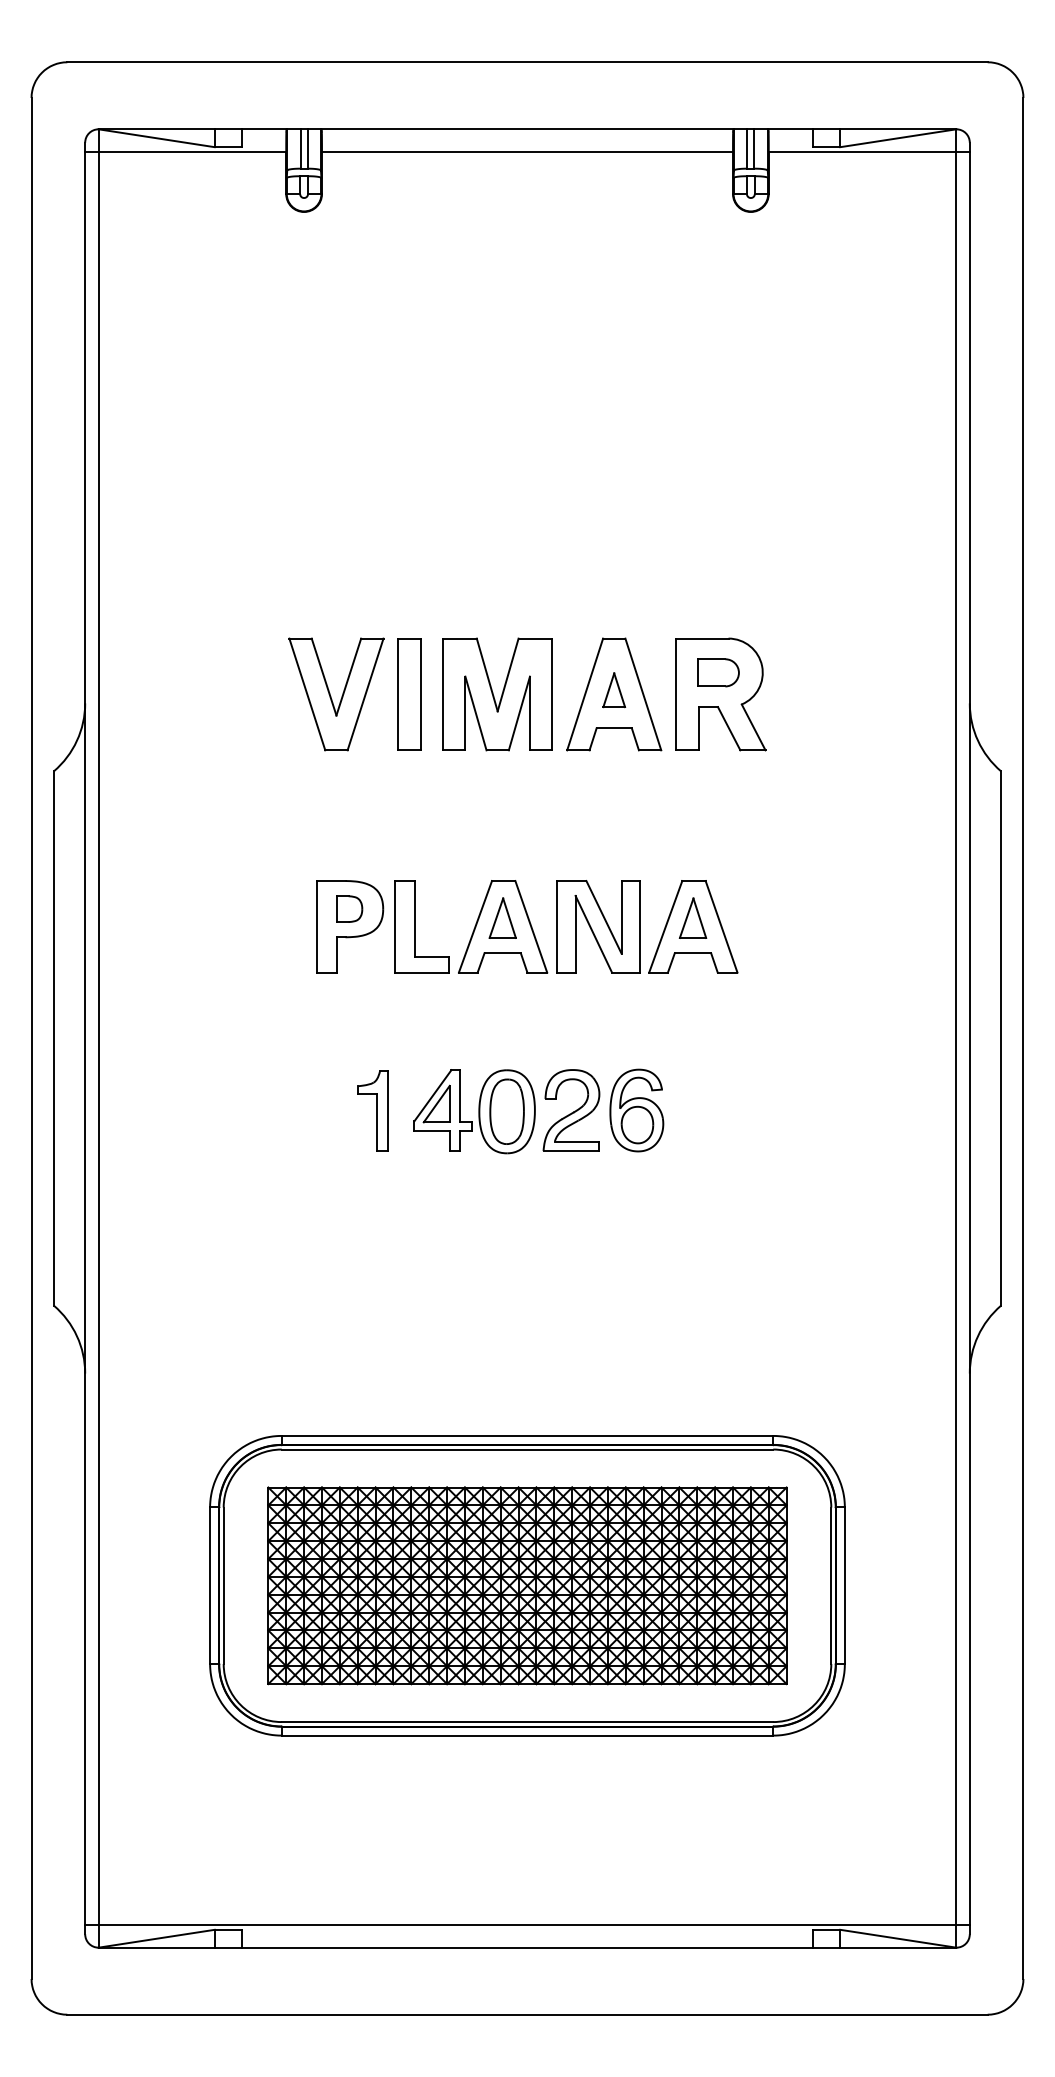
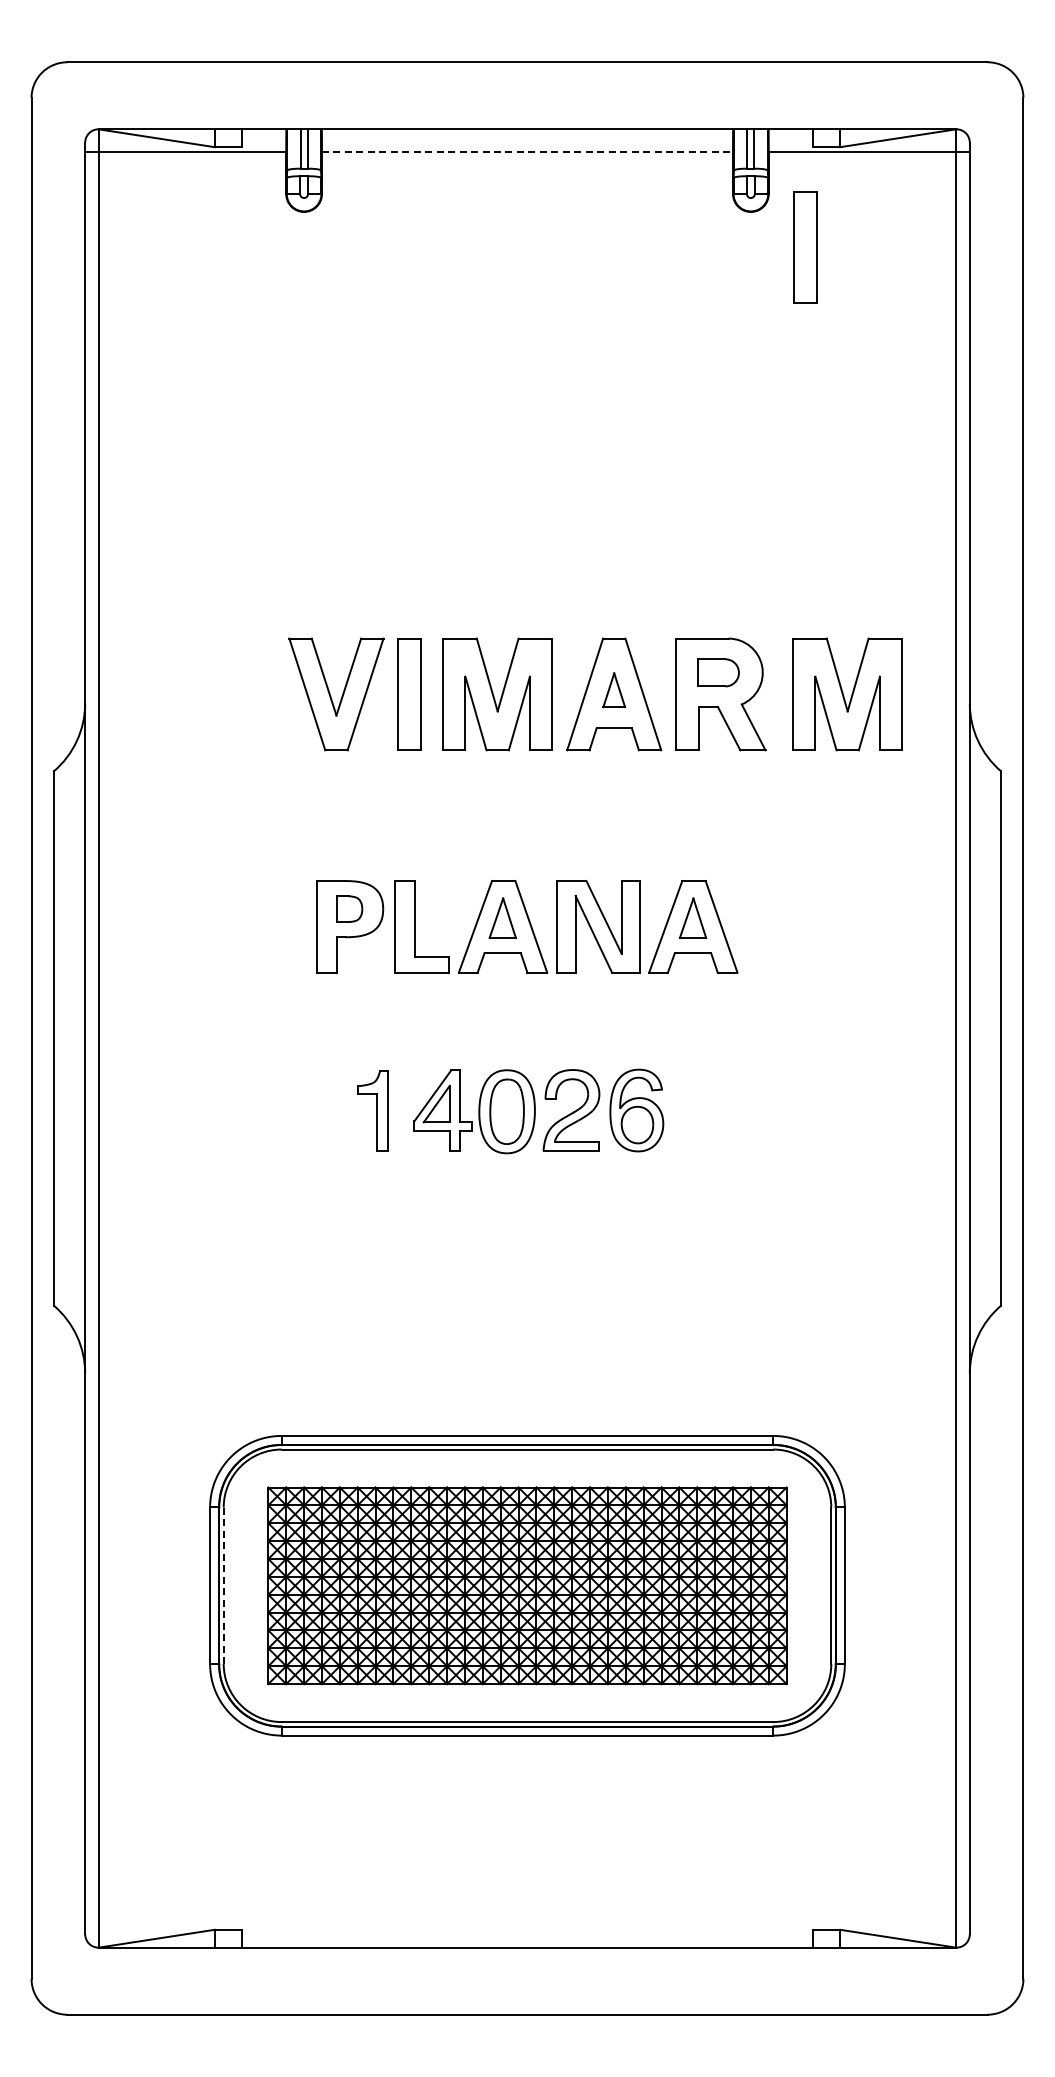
line at (527, 151): solid -> dashed
part at (805, 247): none -> present
part at (847, 694): none -> present
line at (223, 1585): solid -> dashed
line at (527, 1925): present -> none
